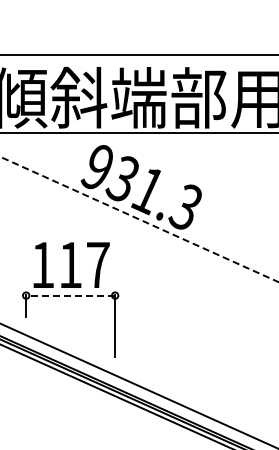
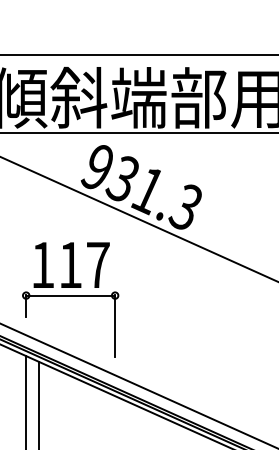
line at (139, 219): dashed -> solid
line at (70, 295): dashed -> solid
line at (26, 401): none -> present
line at (39, 403): none -> present
